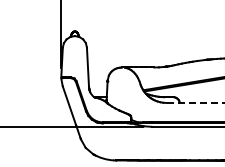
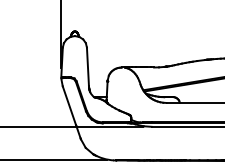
line at (195, 102): dashed -> solid
line at (54, 160): none -> present
